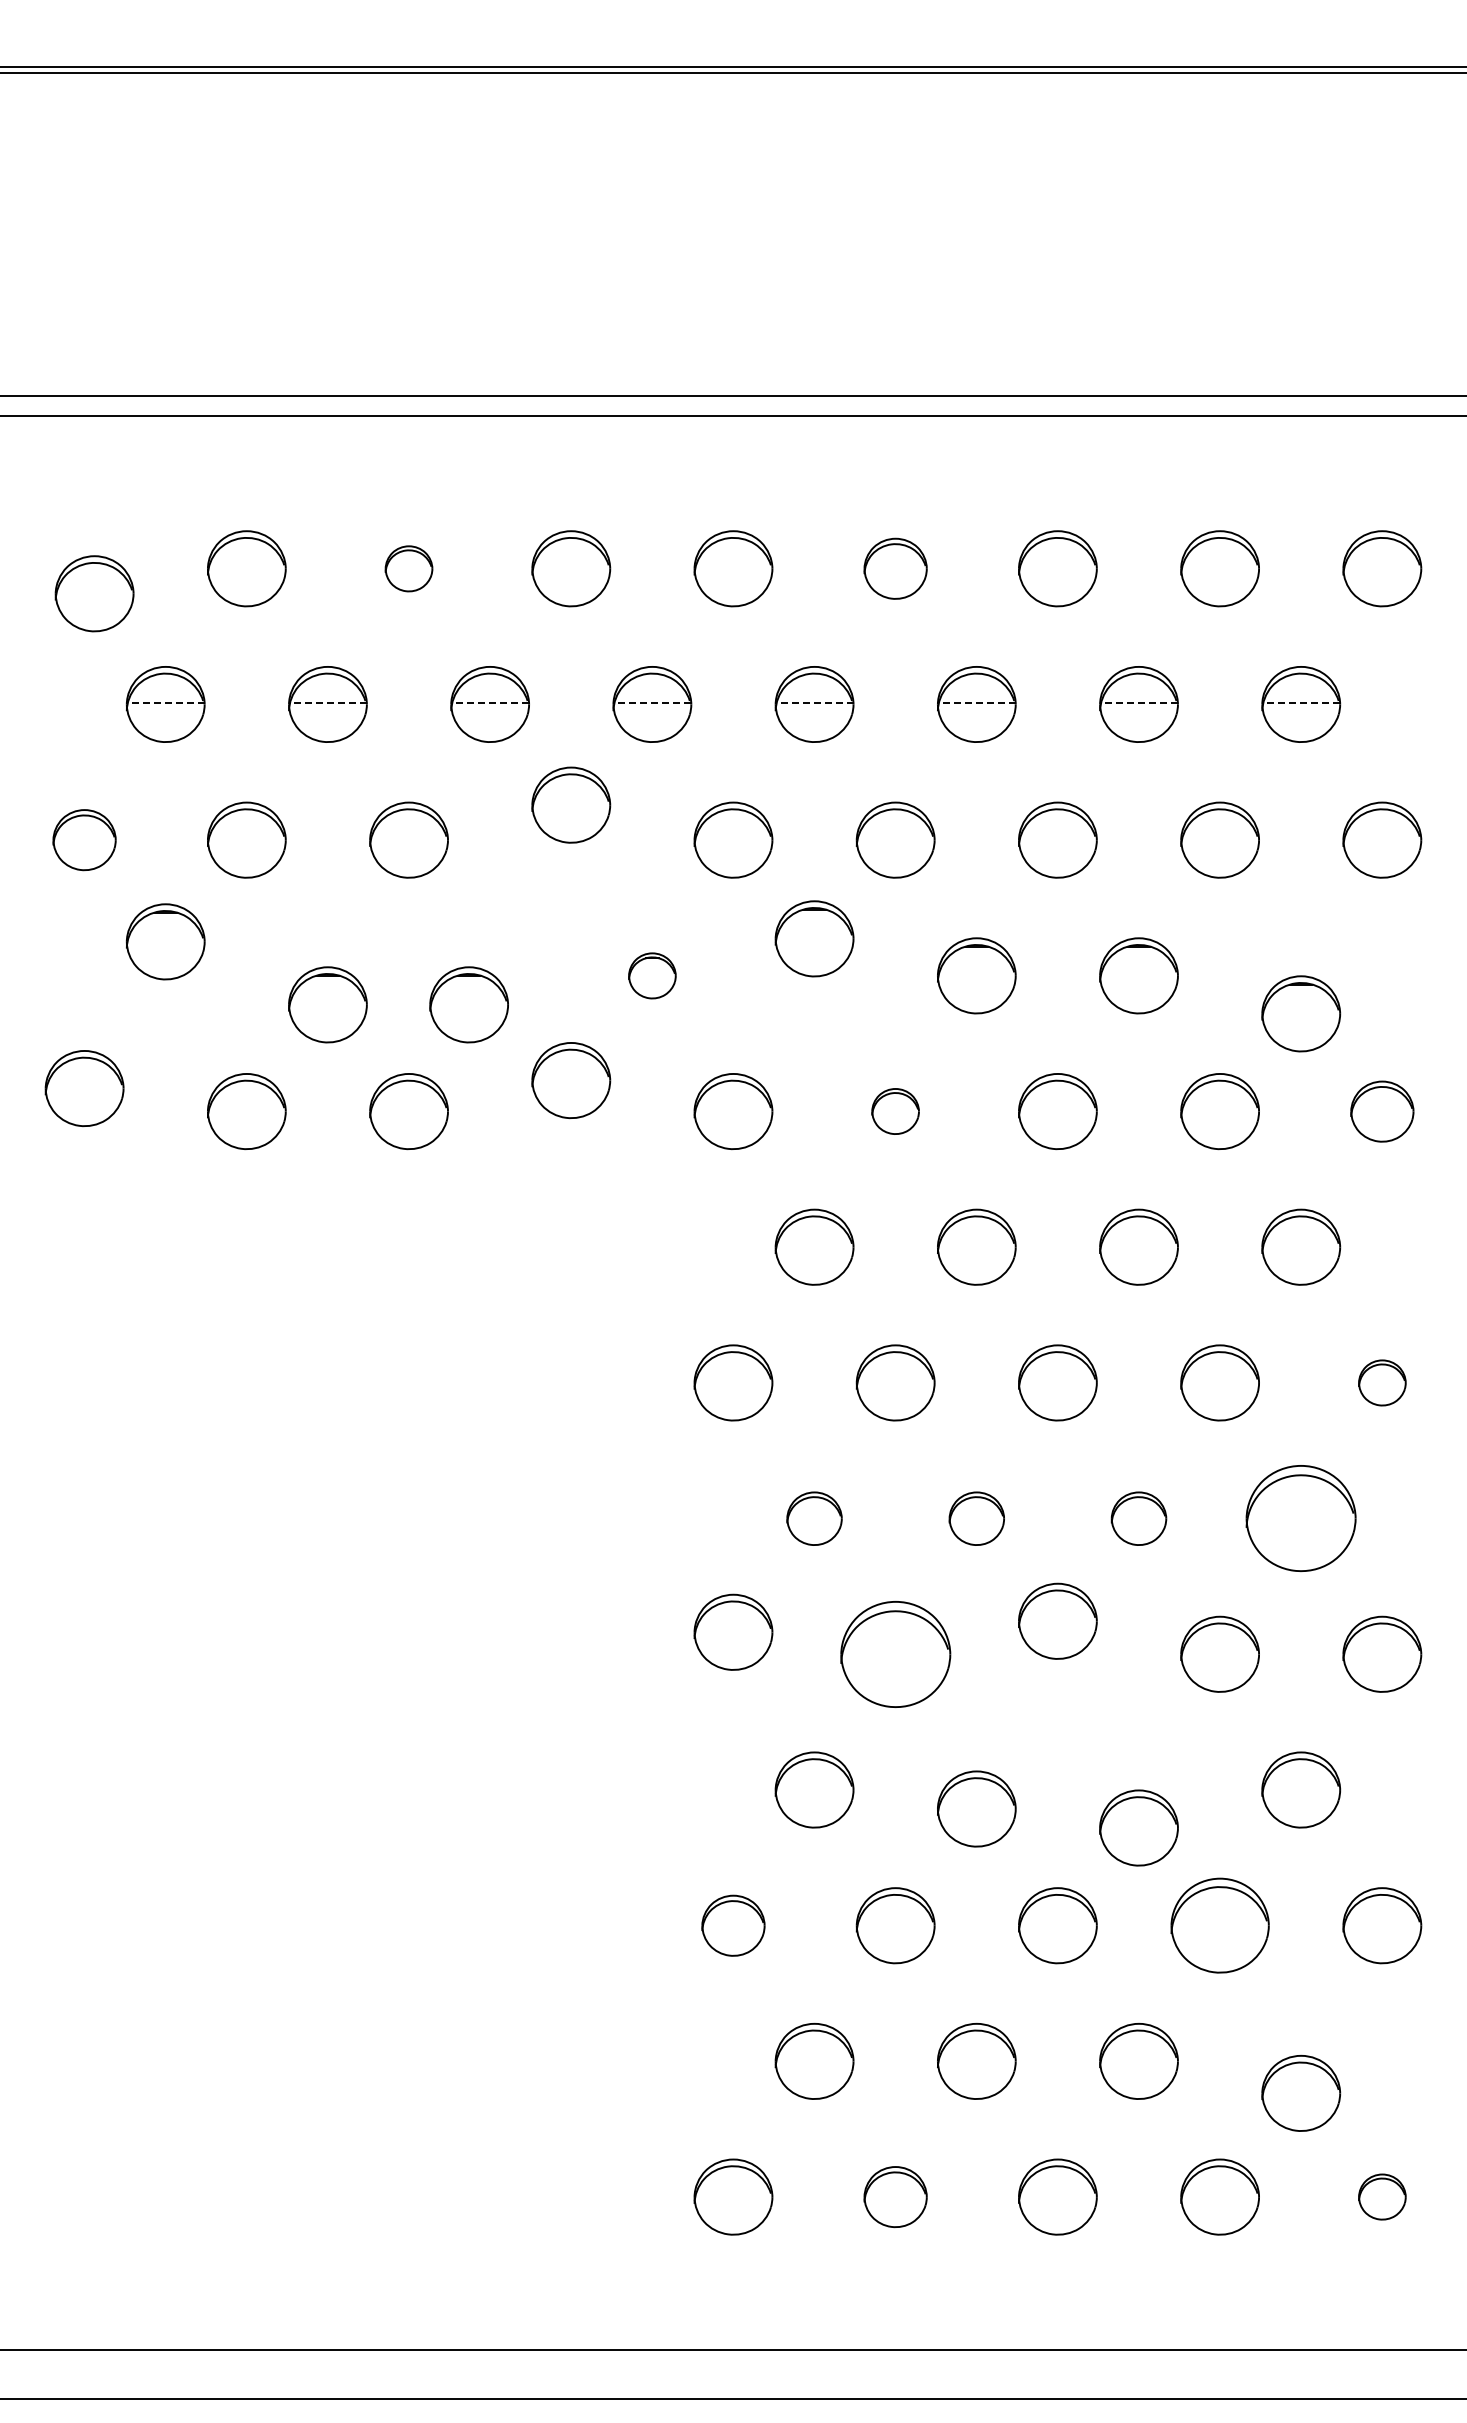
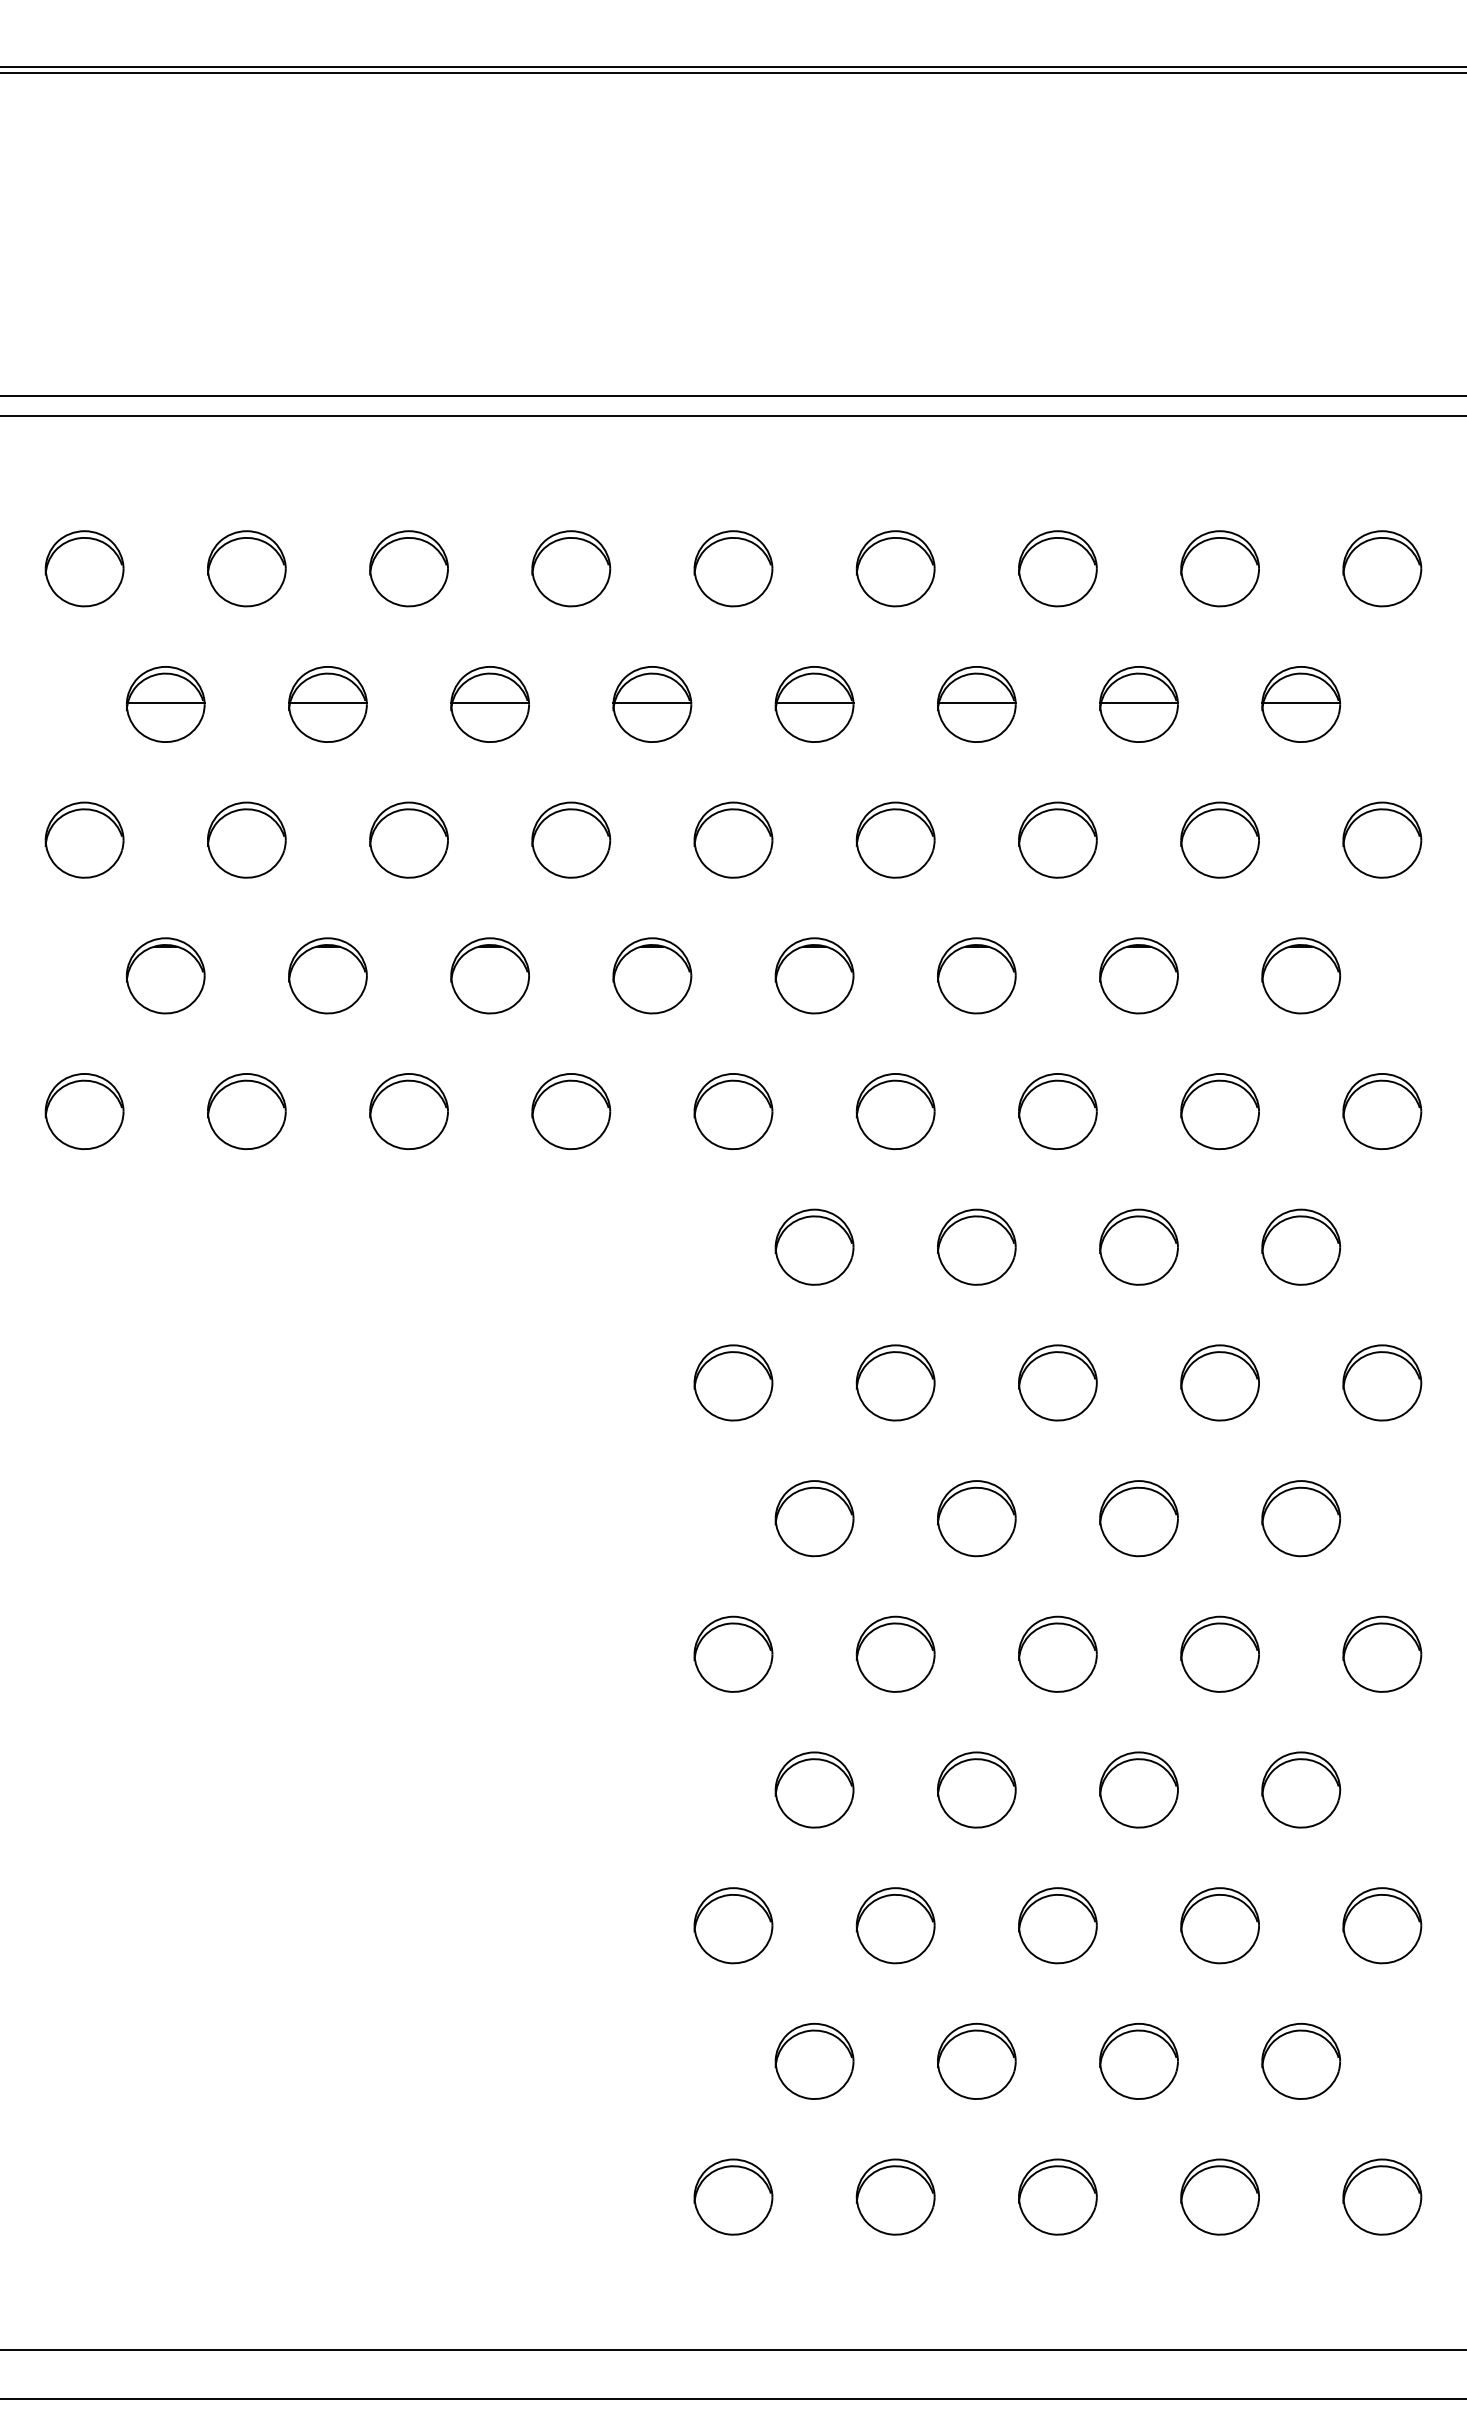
part at (408, 568) size: 50x48 px -> 80x78 px
part at (895, 568) size: 65x63 px -> 81x78 px
part at (94, 593) position: (94, 593) -> (84, 568)
line at (165, 703): dashed -> solid
line at (327, 703): dashed -> solid
line at (490, 703): dashed -> solid
line at (652, 703): dashed -> solid
line at (814, 703): dashed -> solid
line at (976, 703): dashed -> solid
line at (1139, 703): dashed -> solid
line at (1301, 703): dashed -> solid
part at (571, 804) position: (571, 804) -> (571, 839)
part at (84, 840) size: 65x63 px -> 81x78 px
part at (814, 938) position: (814, 938) -> (814, 975)
part at (165, 941) position: (165, 941) -> (165, 975)
part at (652, 975) size: 49x48 px -> 81x78 px
part at (327, 1004) position: (327, 1004) -> (327, 975)
part at (468, 1004) position: (468, 1004) -> (489, 975)
part at (1301, 1013) position: (1301, 1013) -> (1301, 975)
part at (571, 1080) position: (571, 1080) -> (571, 1111)
part at (84, 1088) position: (84, 1088) -> (84, 1111)
part at (895, 1111) size: 49x47 px -> 81x77 px
part at (1382, 1111) size: 65x63 px -> 81x78 px
part at (1382, 1382) size: 49x48 px -> 81x78 px
part at (814, 1518) size: 57x55 px -> 81x78 px
part at (976, 1518) size: 57x55 px -> 80x78 px
part at (1138, 1518) size: 58x55 px -> 80x78 px
part at (1300, 1518) size: 112x107 px -> 81x78 px
part at (1057, 1620) position: (1057, 1620) -> (1057, 1653)
part at (733, 1631) position: (733, 1631) -> (733, 1653)
part at (895, 1654) size: 112x107 px -> 81x78 px
part at (976, 1808) position: (976, 1808) -> (976, 1789)
part at (1138, 1827) position: (1138, 1827) -> (1138, 1789)
part at (733, 1925) size: 65x63 px -> 81x78 px
part at (1219, 1925) size: 100x97 px -> 80x78 px
part at (1301, 2093) position: (1301, 2093) -> (1301, 2061)
part at (1382, 2196) size: 49x48 px -> 81x78 px
part at (895, 2197) size: 65x63 px -> 81x78 px
